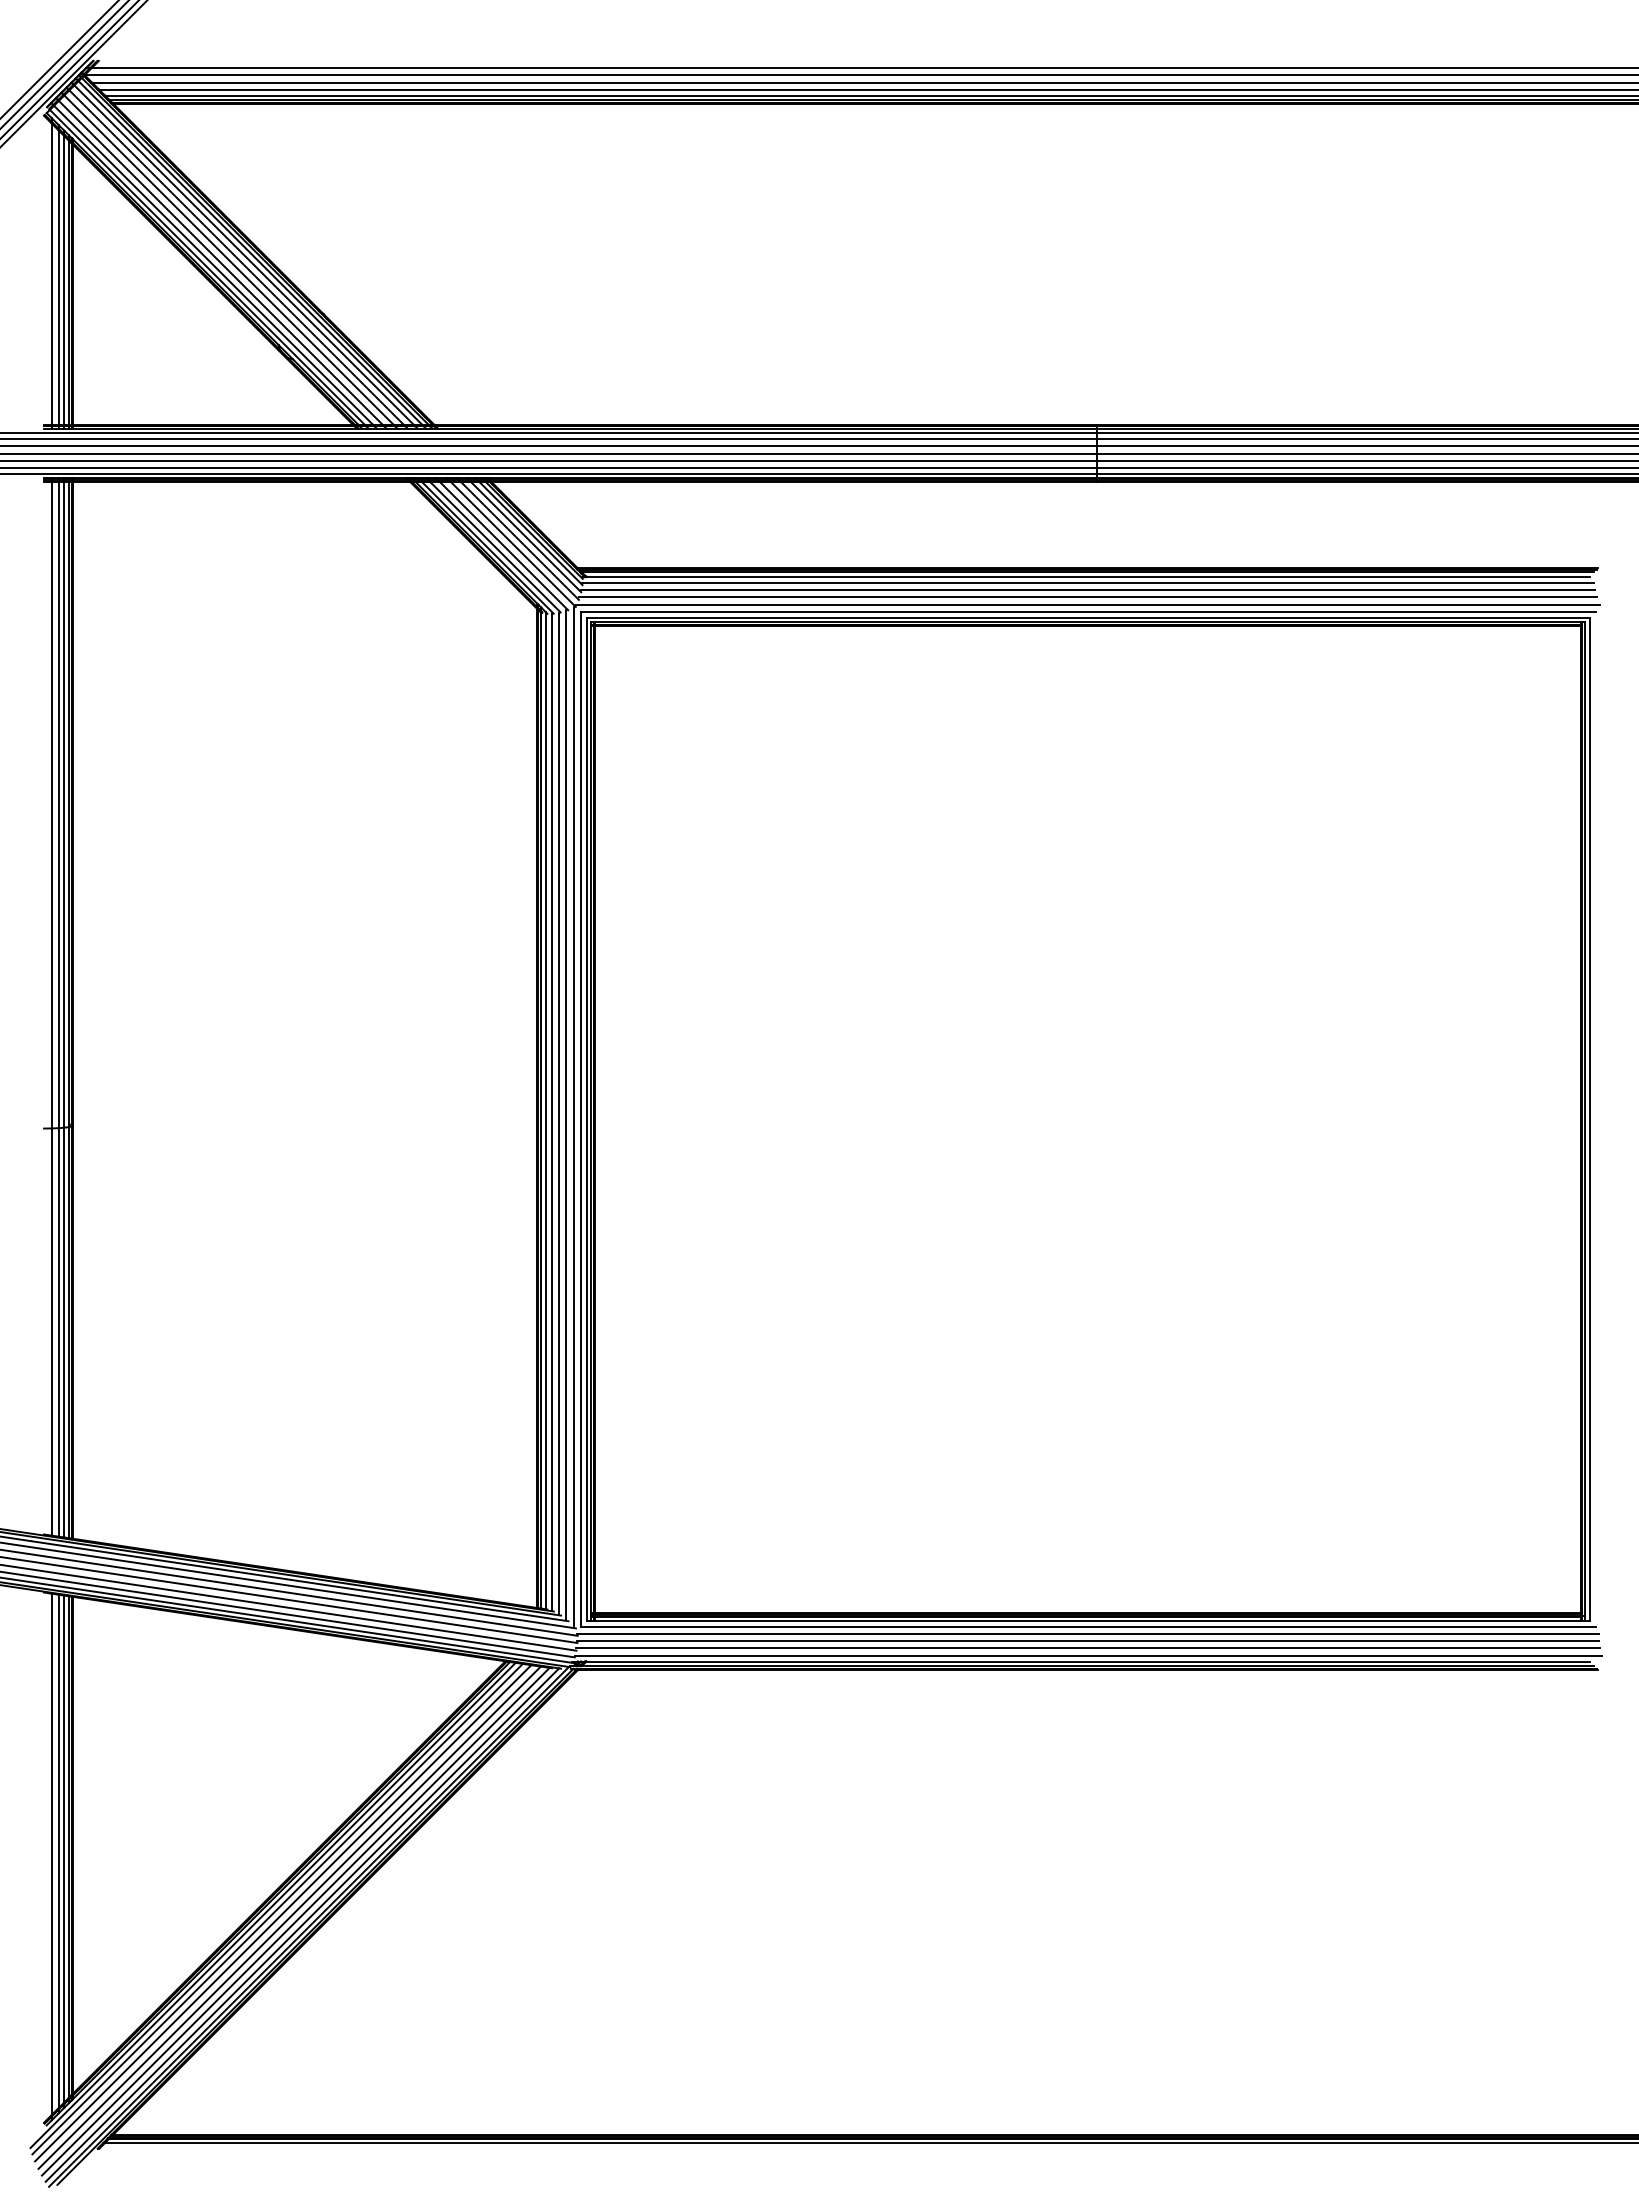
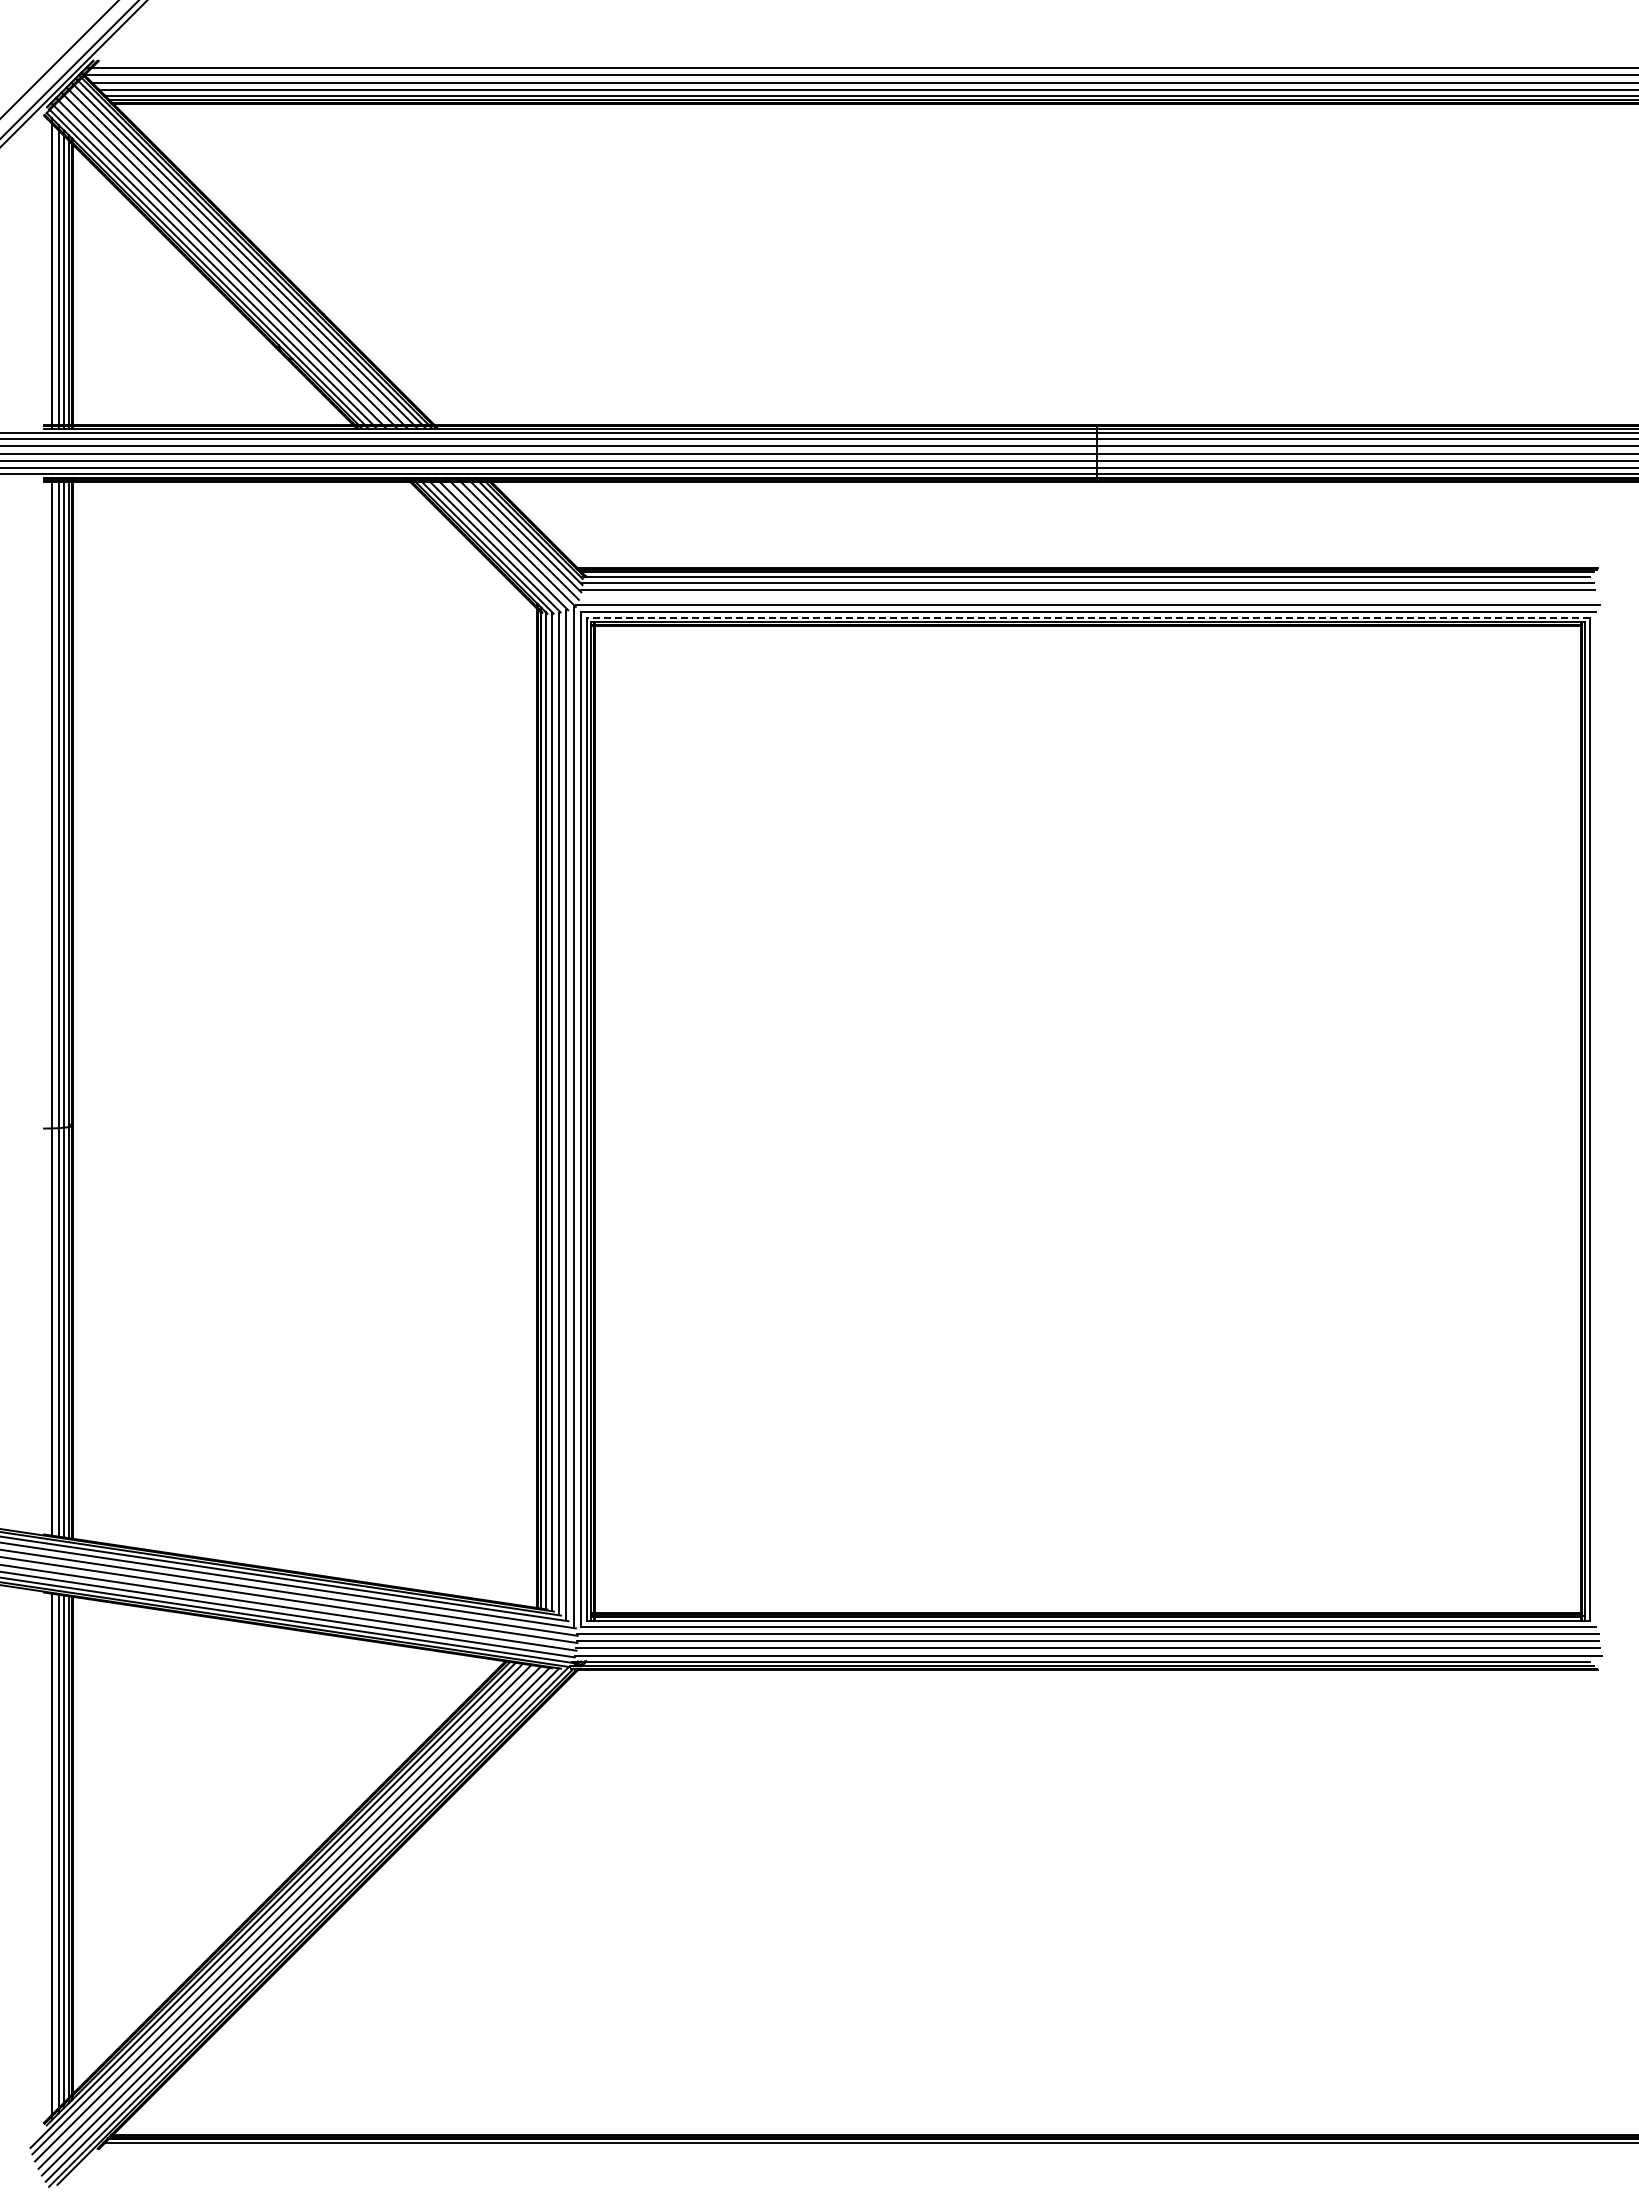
line at (64, 64): present -> none
line at (1087, 597): present -> none
line at (1088, 617): solid -> dashed
